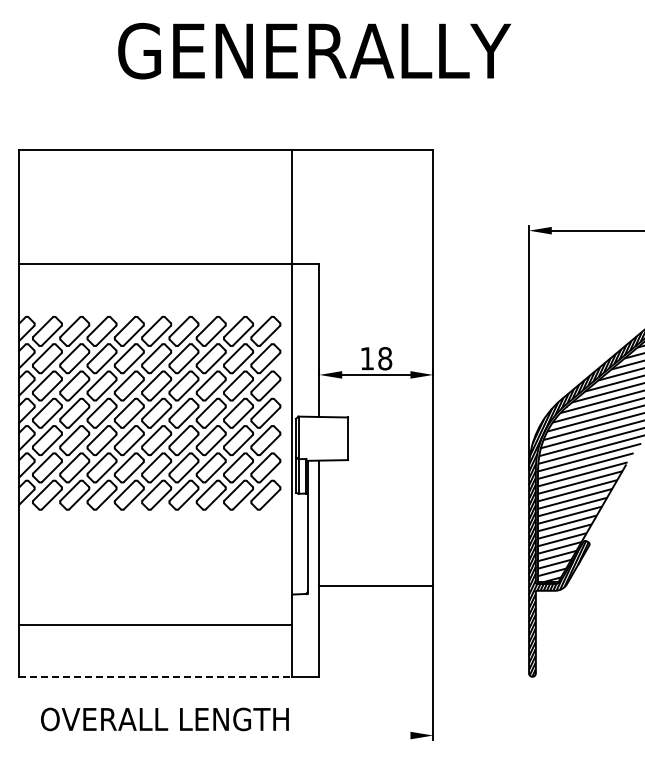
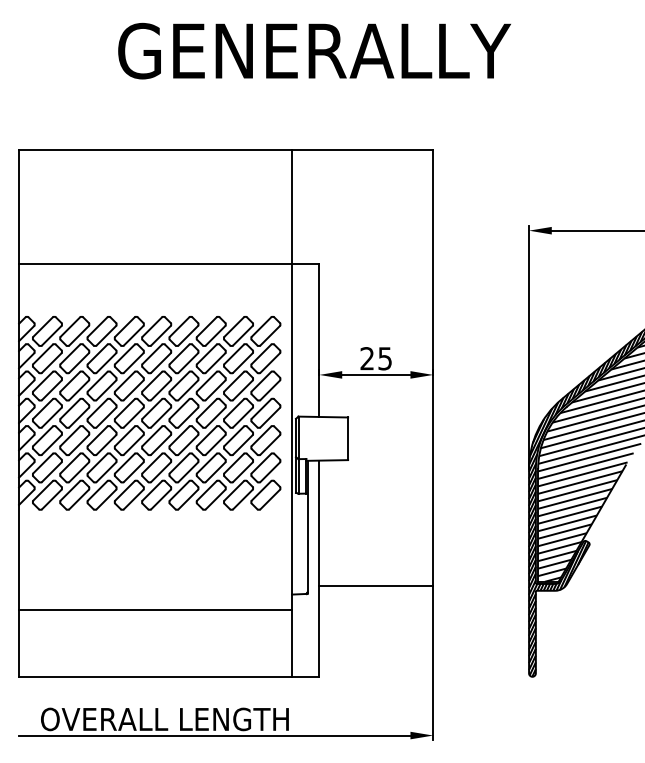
text at (376, 358): 18 -> 25
line at (155, 624) position: (155, 624) -> (155, 609)
line at (155, 676): dashed -> solid
line at (214, 735): none -> present
